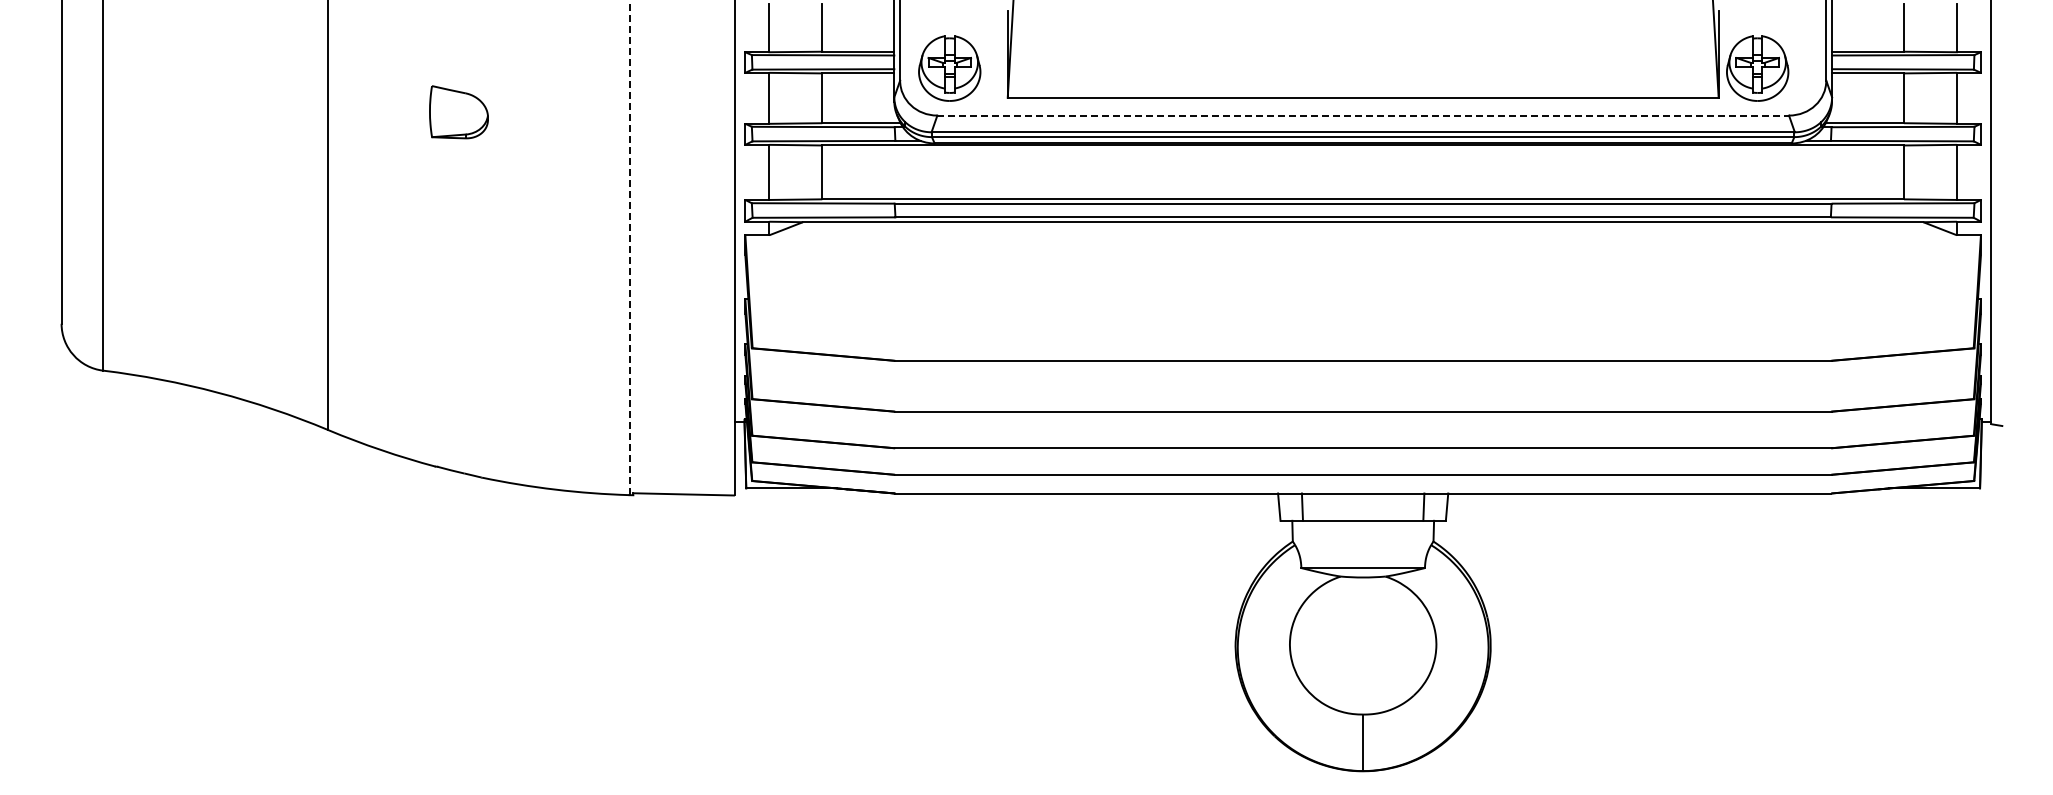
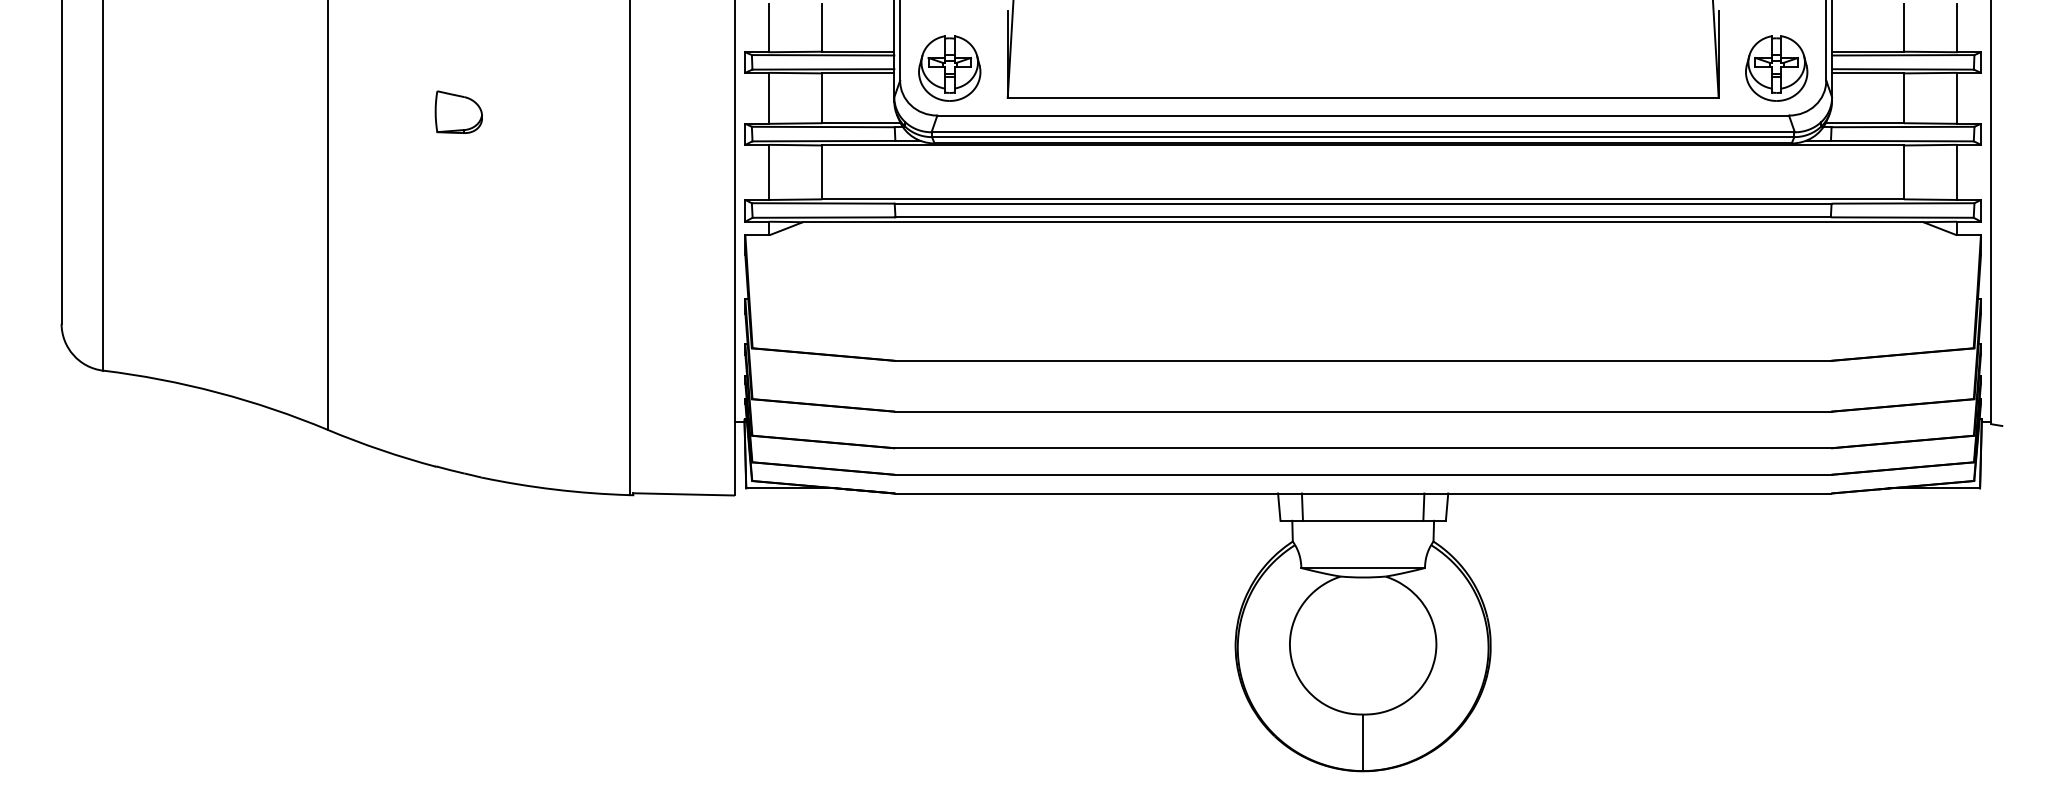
part at (1757, 68) position: (1757, 68) -> (1776, 68)
part at (458, 112) size: 60x55 px -> 49x44 px
line at (1363, 115): dashed -> solid
line at (629, 247): dashed -> solid
